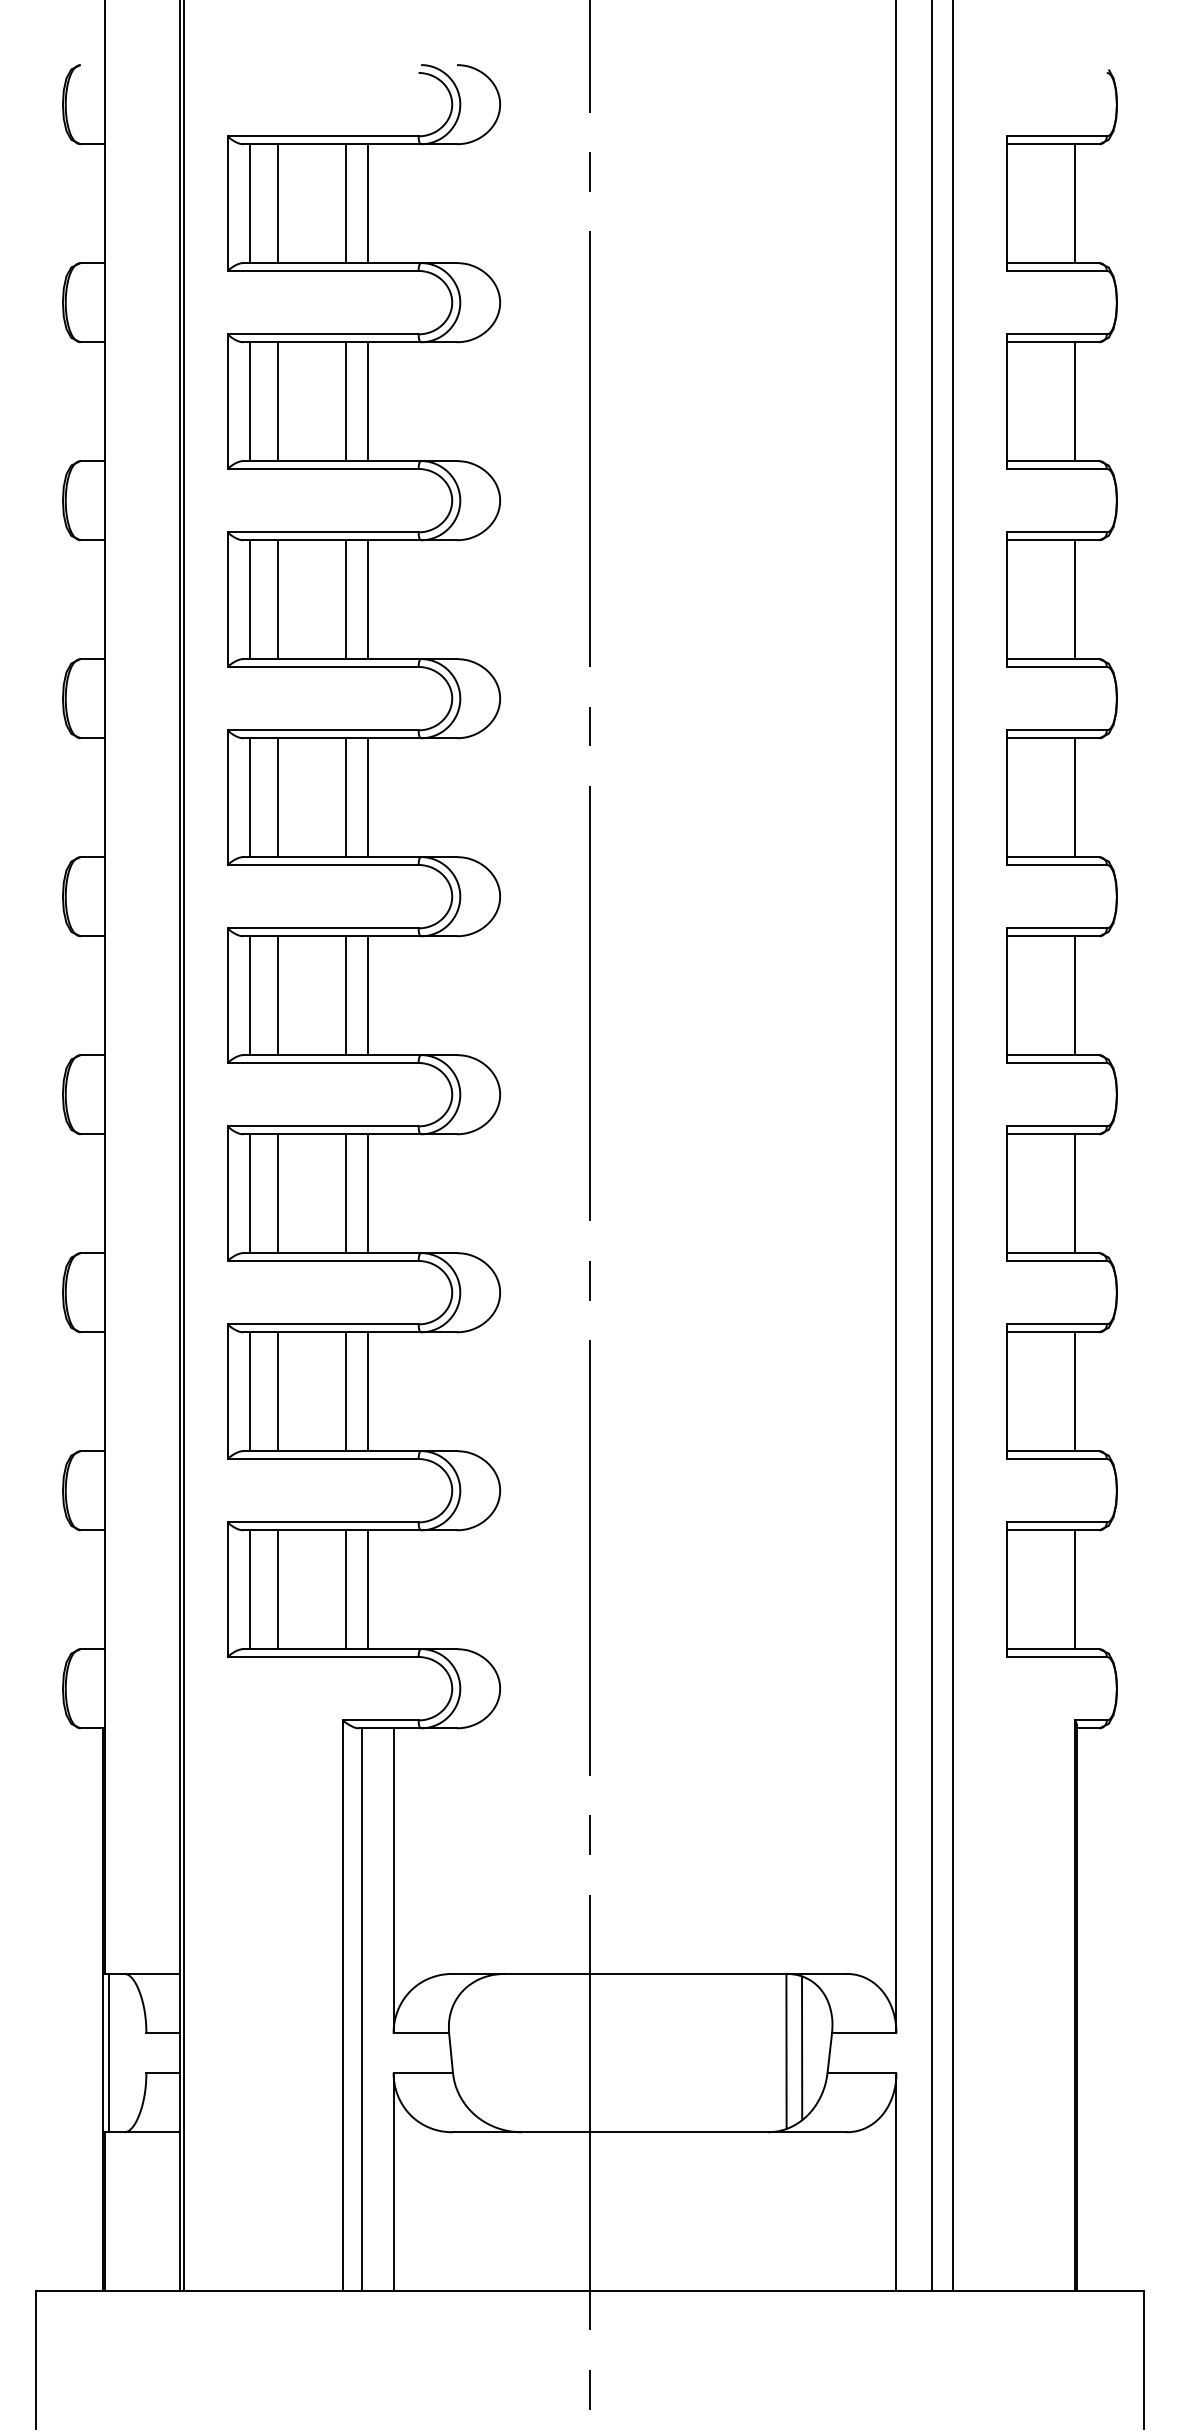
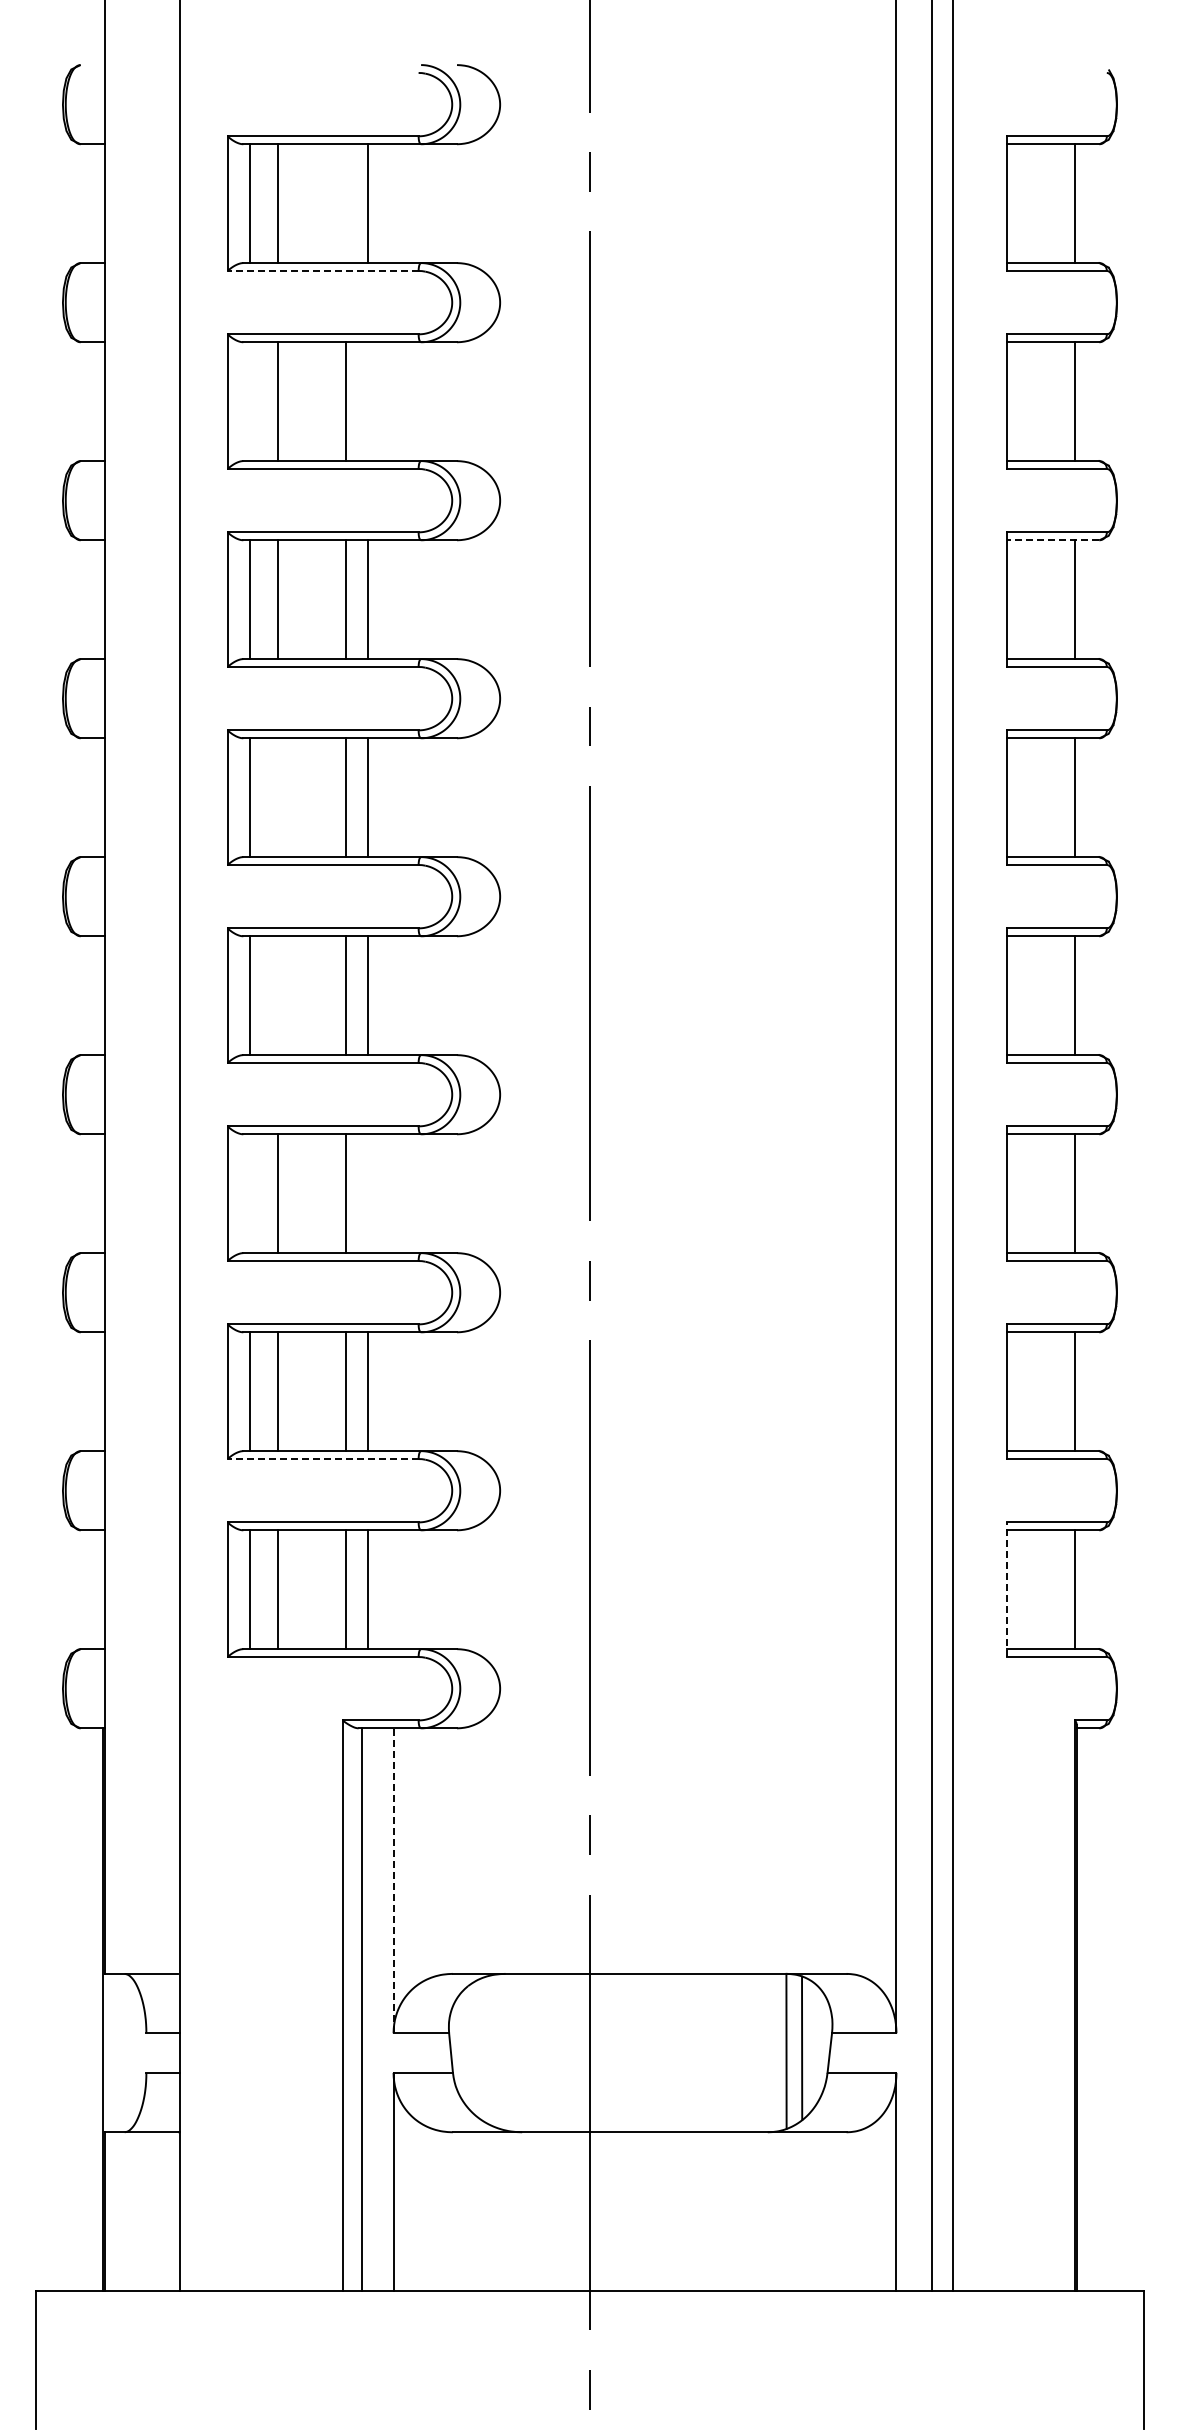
line at (345, 203): present -> none
line at (322, 270): solid -> dashed
line at (250, 401): present -> none
line at (368, 401): present -> none
line at (1052, 540): solid -> dashed
line at (278, 797): present -> none
line at (278, 995): present -> none
line at (184, 1146): present -> none
line at (250, 1193): present -> none
line at (368, 1193): present -> none
line at (322, 1459): solid -> dashed
line at (1007, 1589): solid -> dashed
line at (393, 1880): solid -> dashed
line at (108, 2052): present -> none
